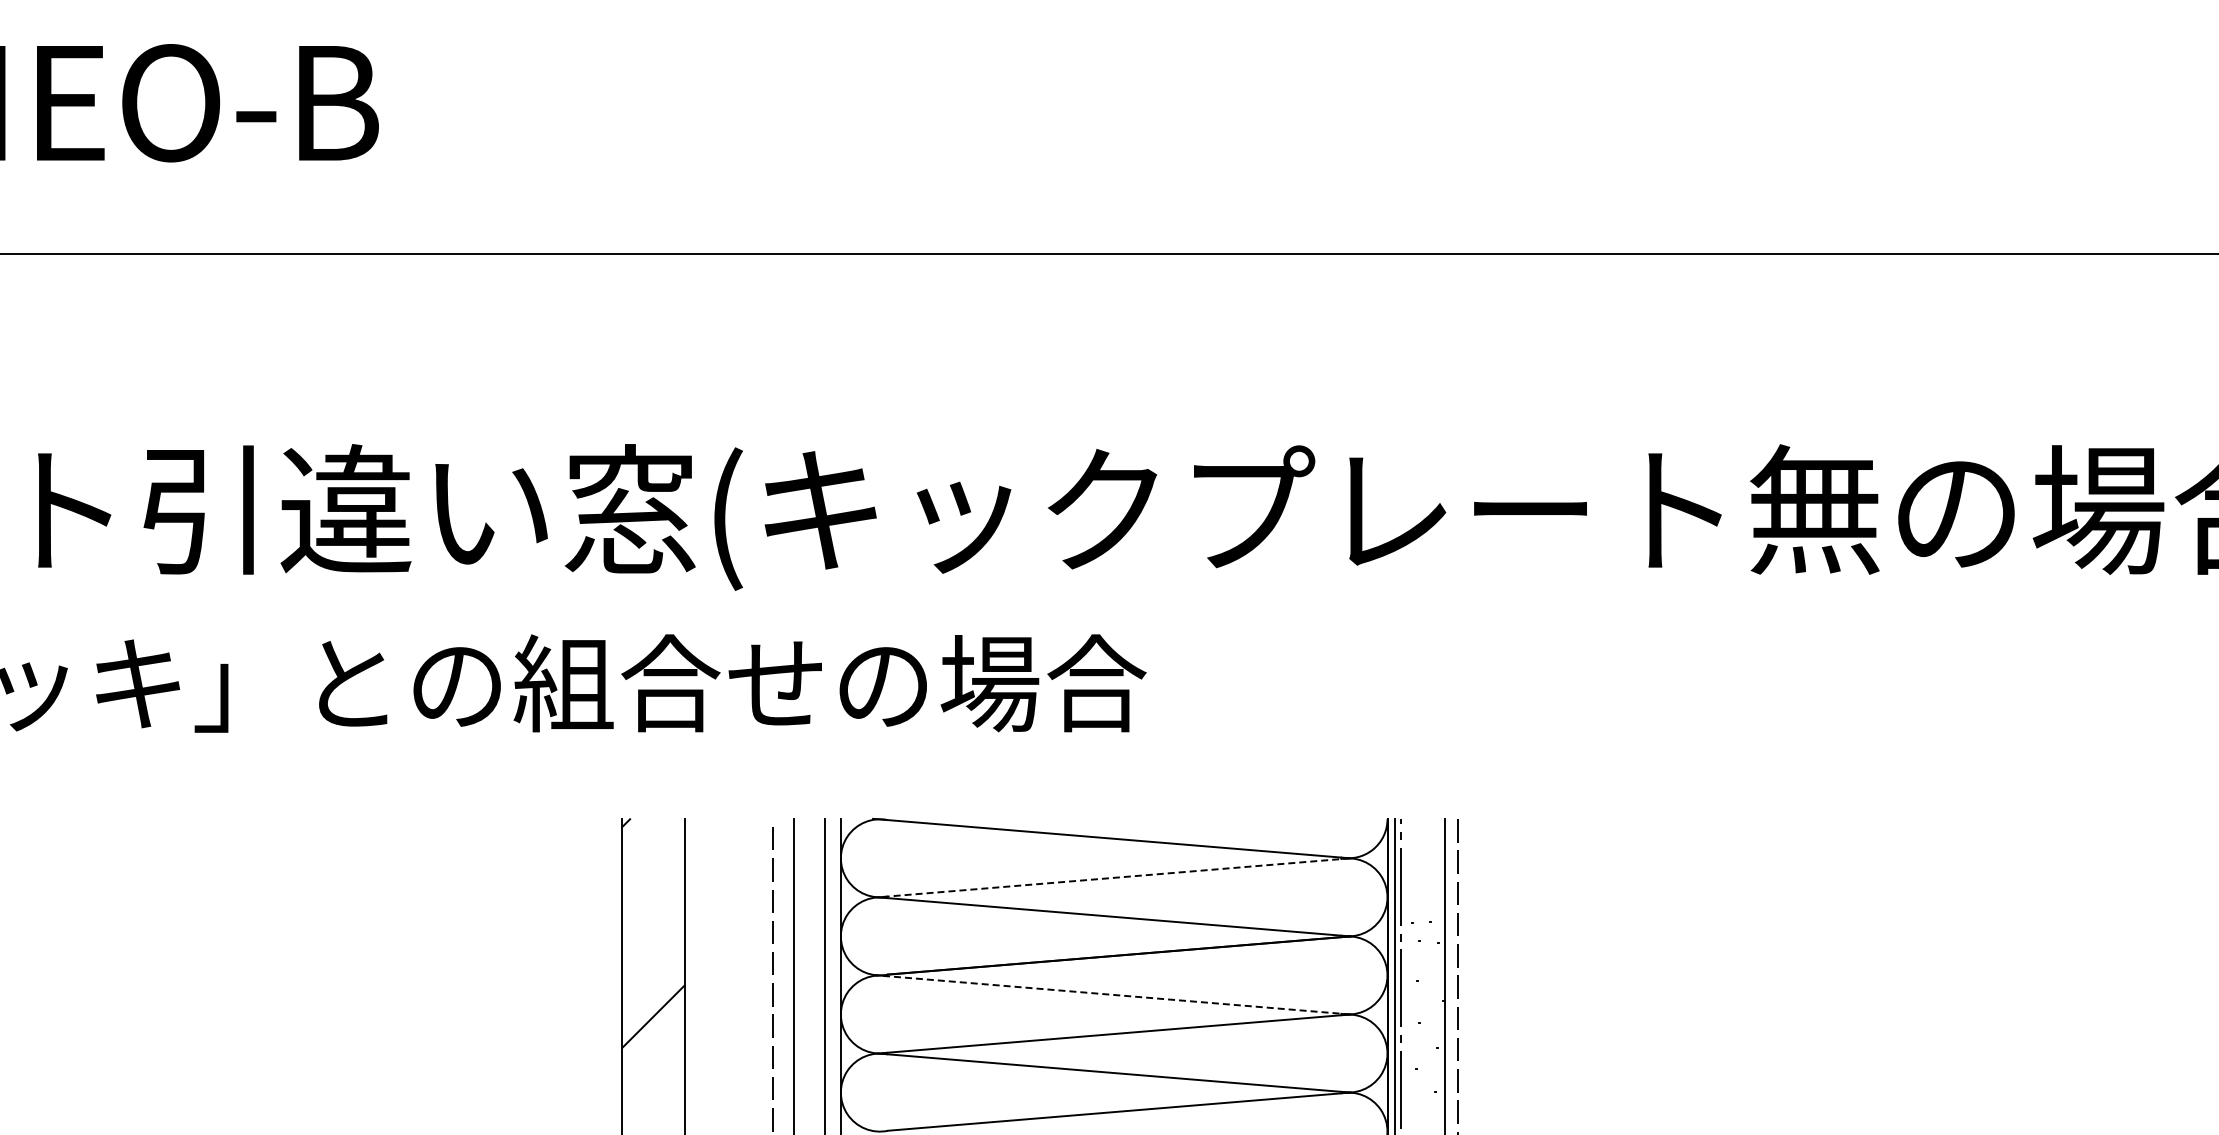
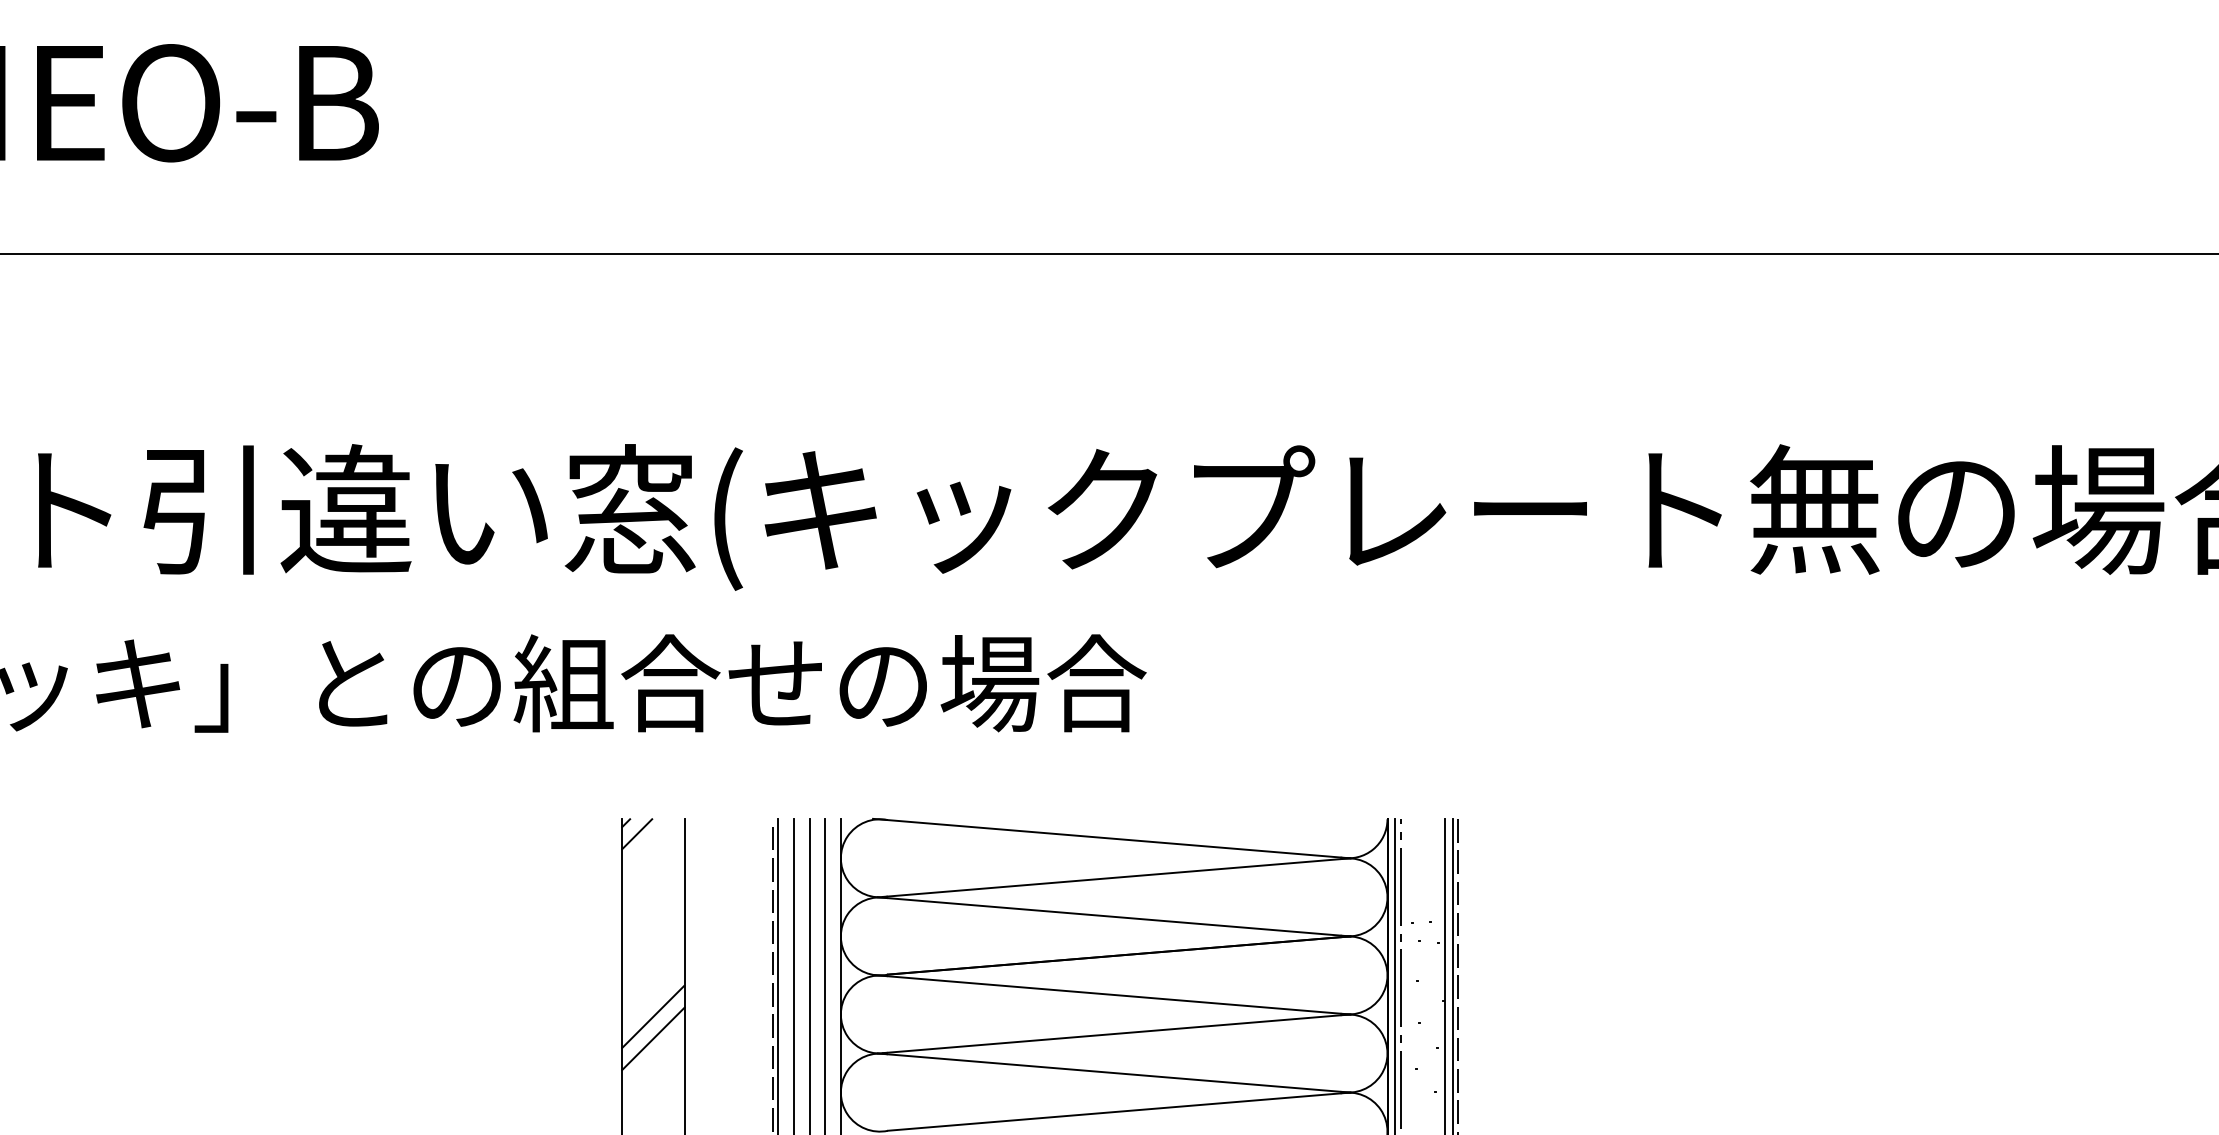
line at (637, 834): none -> present
line at (1116, 877): dashed -> solid
line at (778, 975): none -> present
line at (809, 975): none -> present
line at (1452, 975): none -> present
line at (1111, 994): dashed -> solid
line at (653, 1038): none -> present
